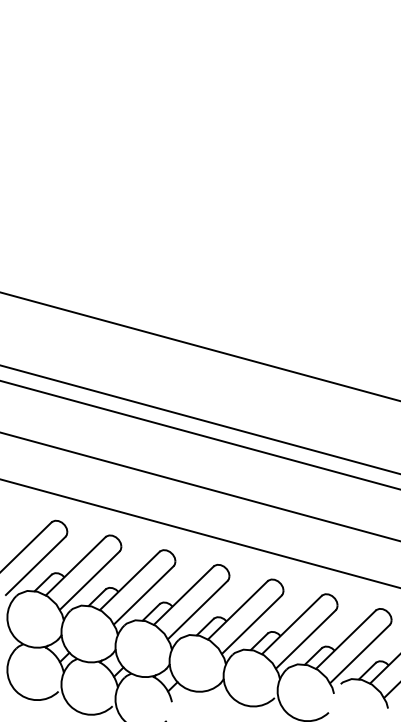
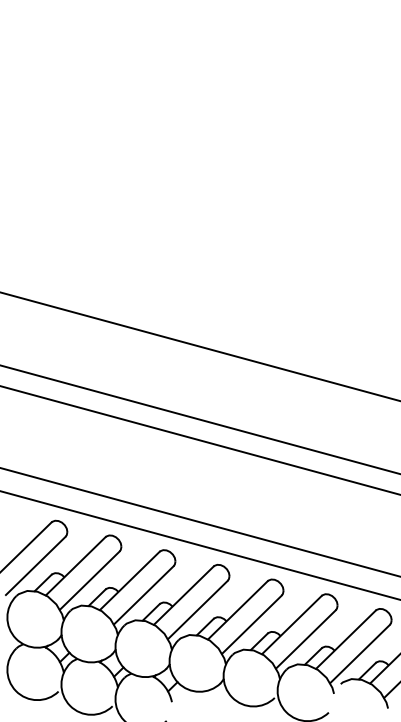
line at (199, 434) position: (199, 434) -> (199, 440)
line at (199, 486) position: (199, 486) -> (199, 521)
line at (199, 533) position: (199, 533) -> (199, 545)
